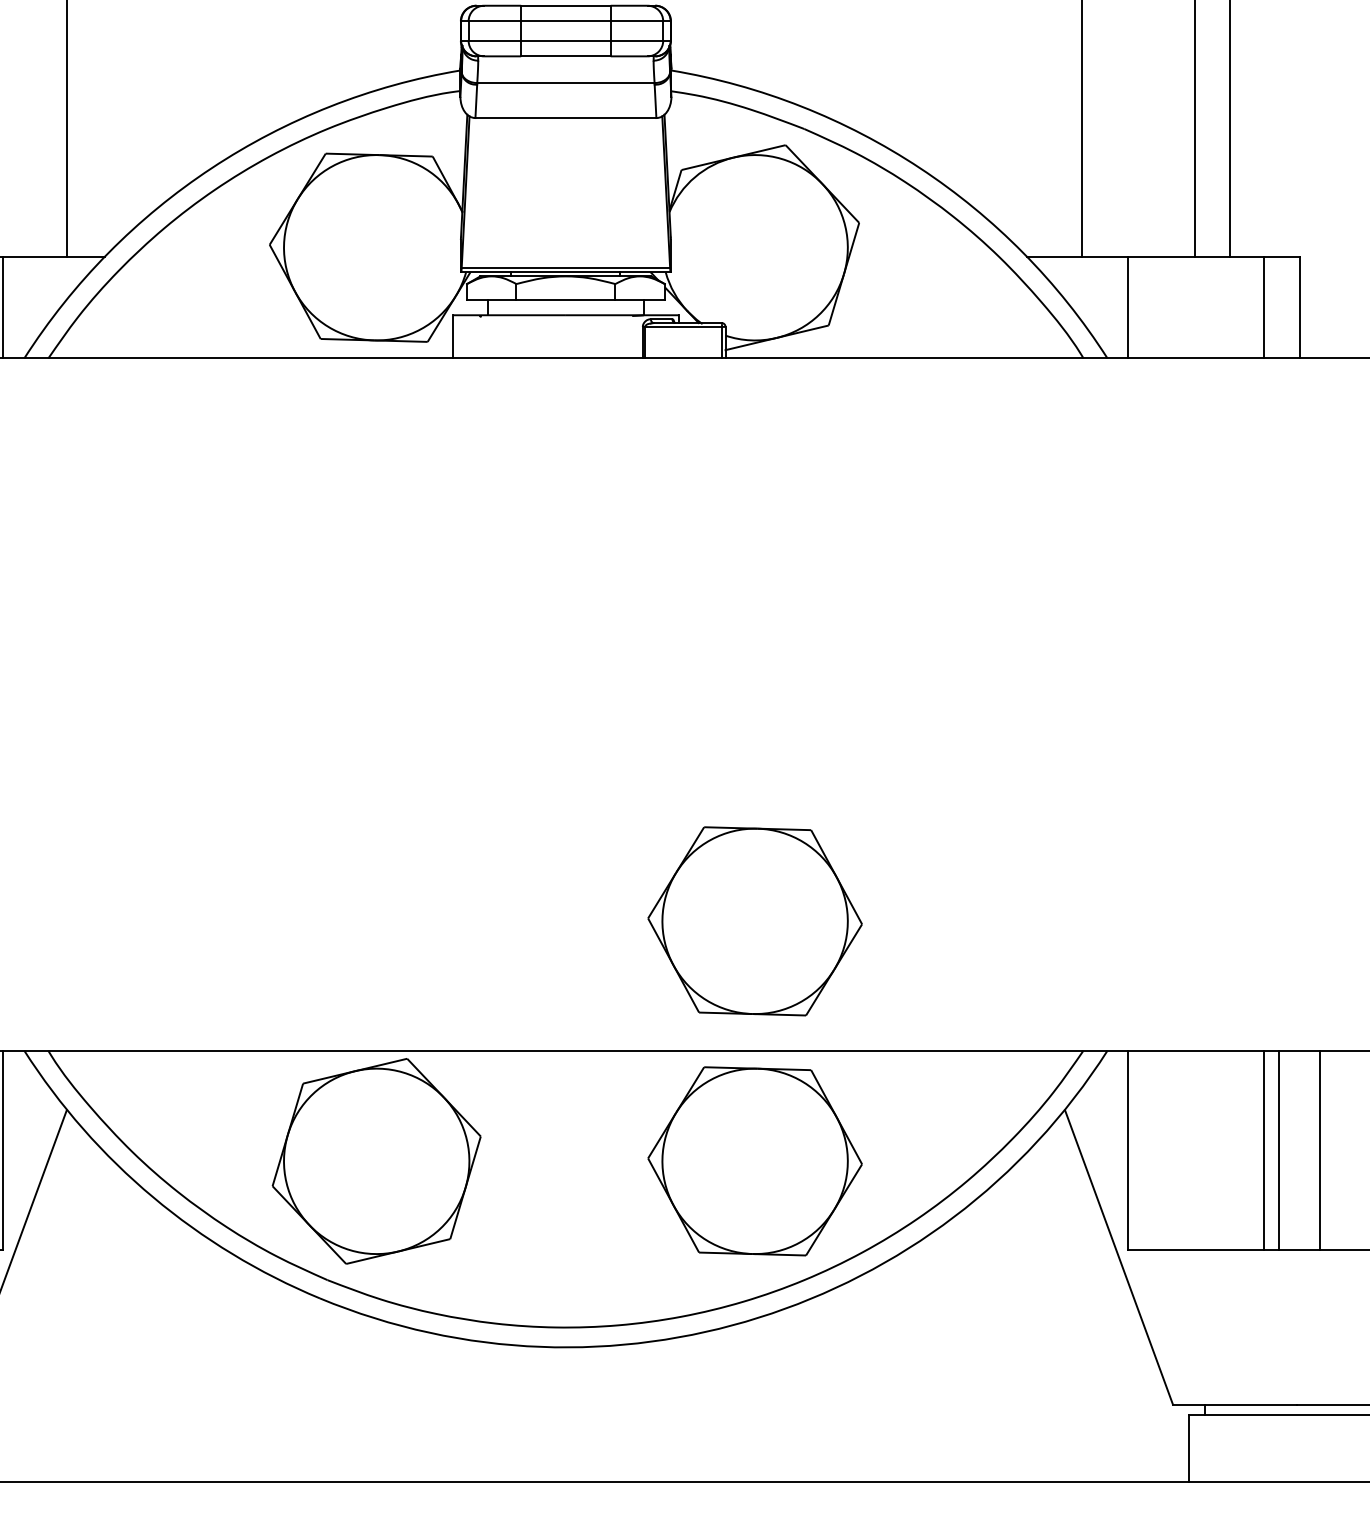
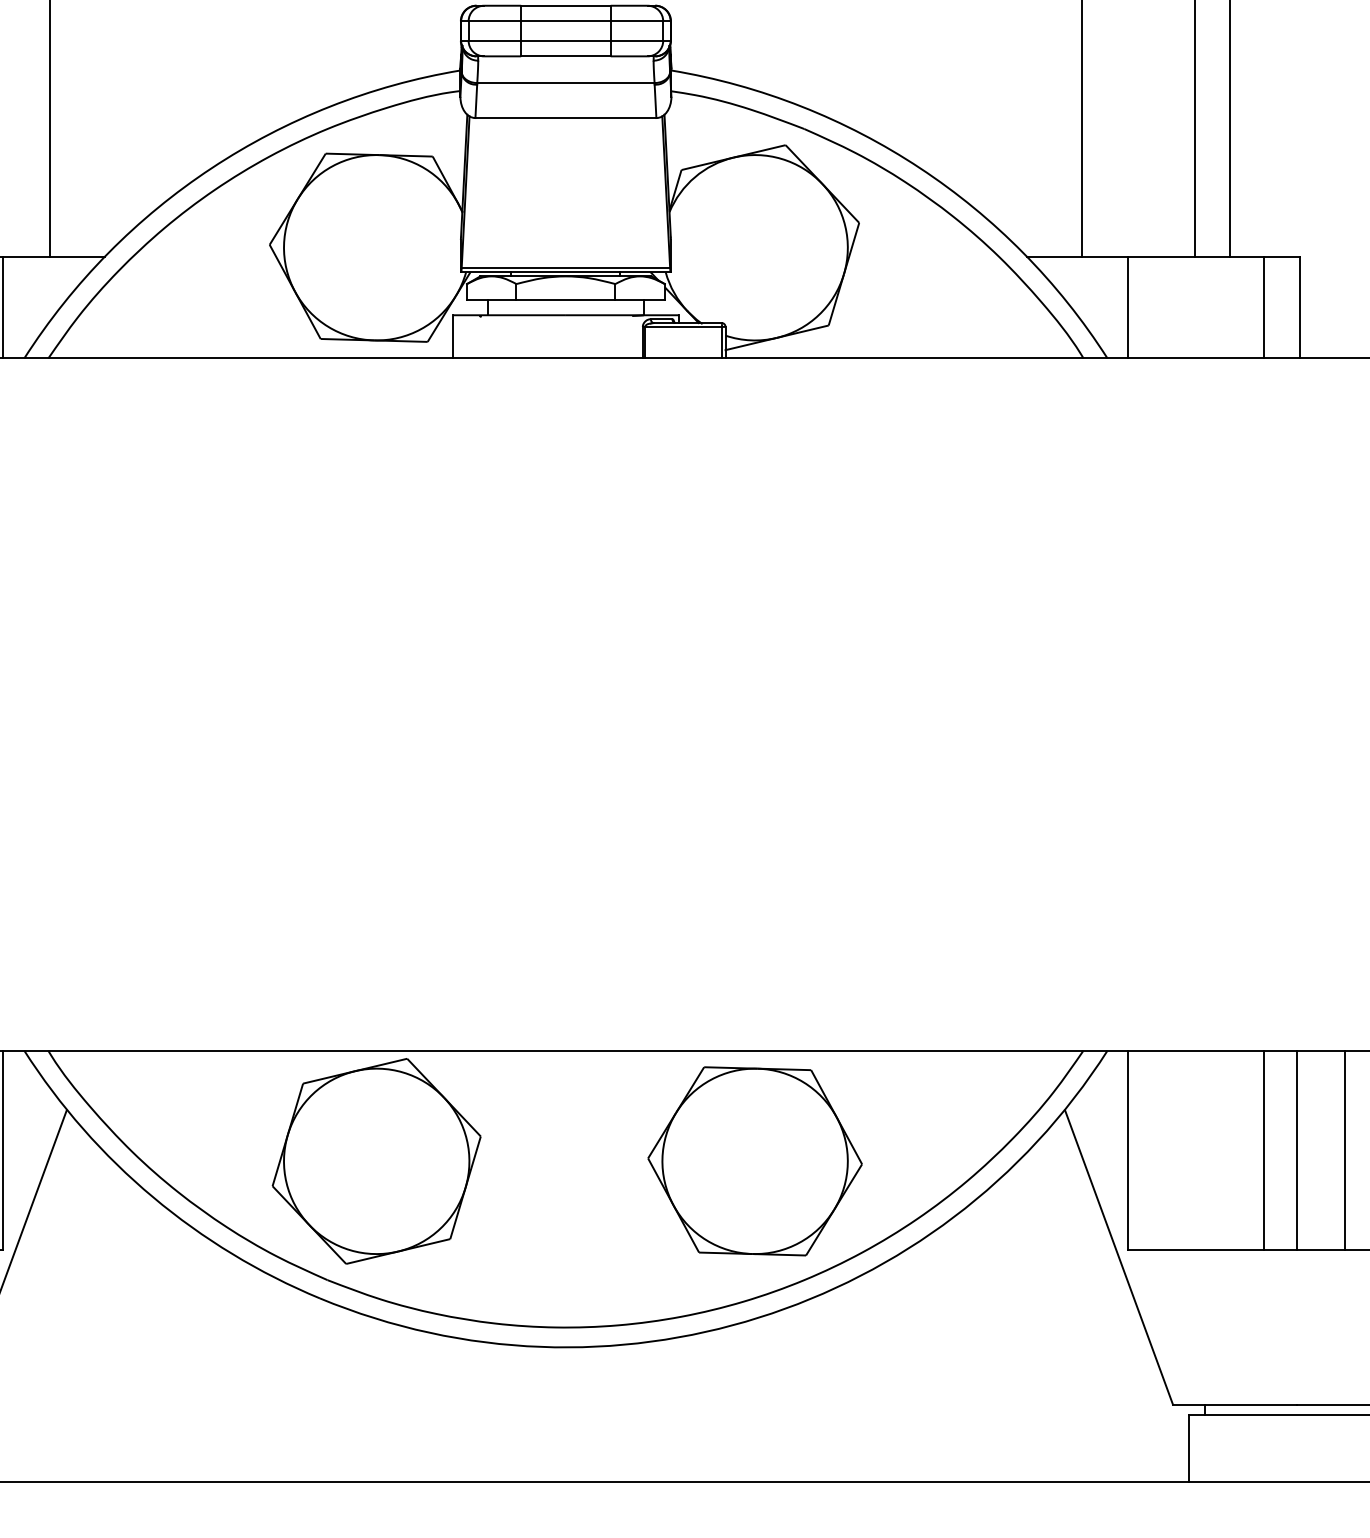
line at (67, 129) position: (67, 129) -> (50, 129)
part at (754, 921): present -> none
line at (1279, 1149) position: (1279, 1149) -> (1297, 1149)
line at (1319, 1149) position: (1319, 1149) -> (1344, 1149)
